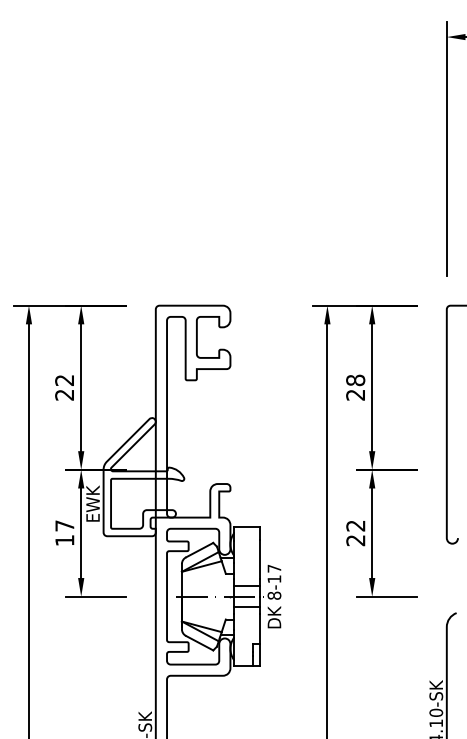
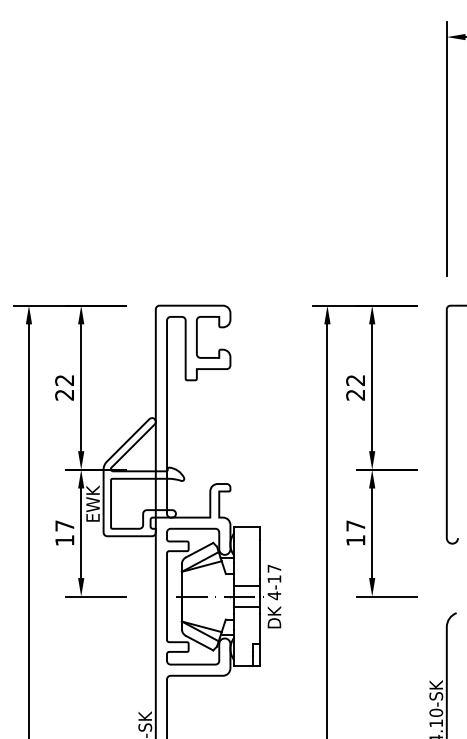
text at (355, 380): 28 -> 22
text at (355, 533): 22 -> 17
text at (274, 595): 8-17 -> 4-17
